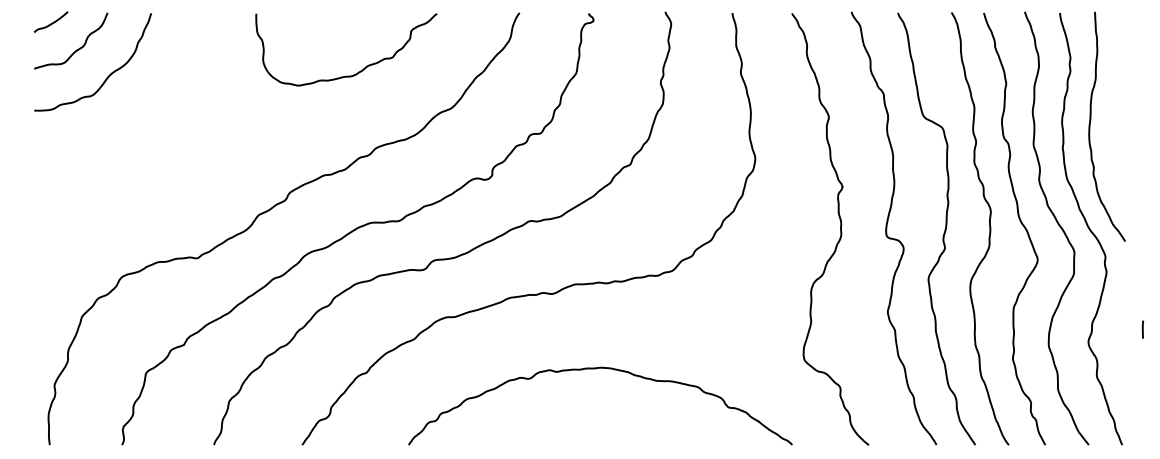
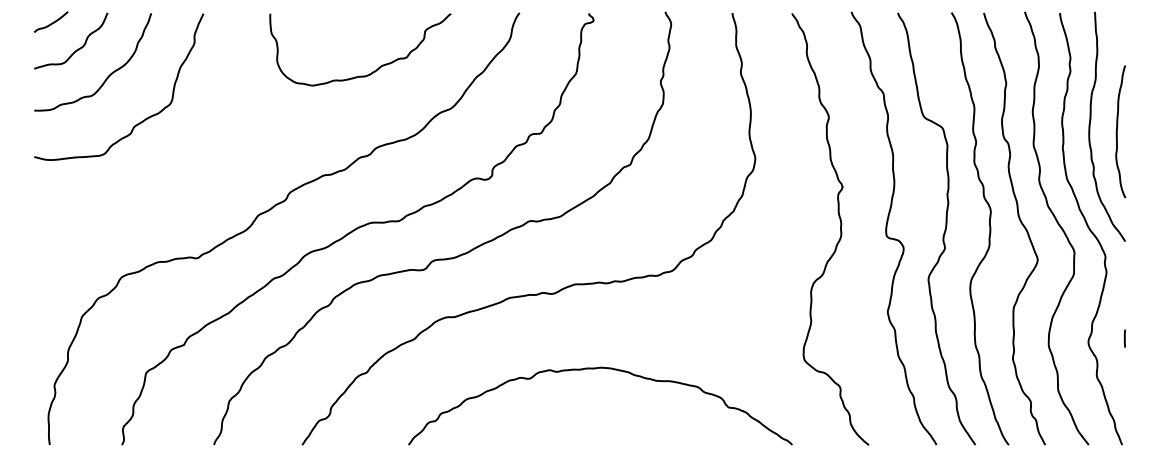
curve at (358, 71) position: (358, 71) -> (372, 71)
curve at (140, 121): none -> present
curve at (1117, 131): none -> present
line at (1142, 329) position: (1142, 329) -> (1124, 338)
